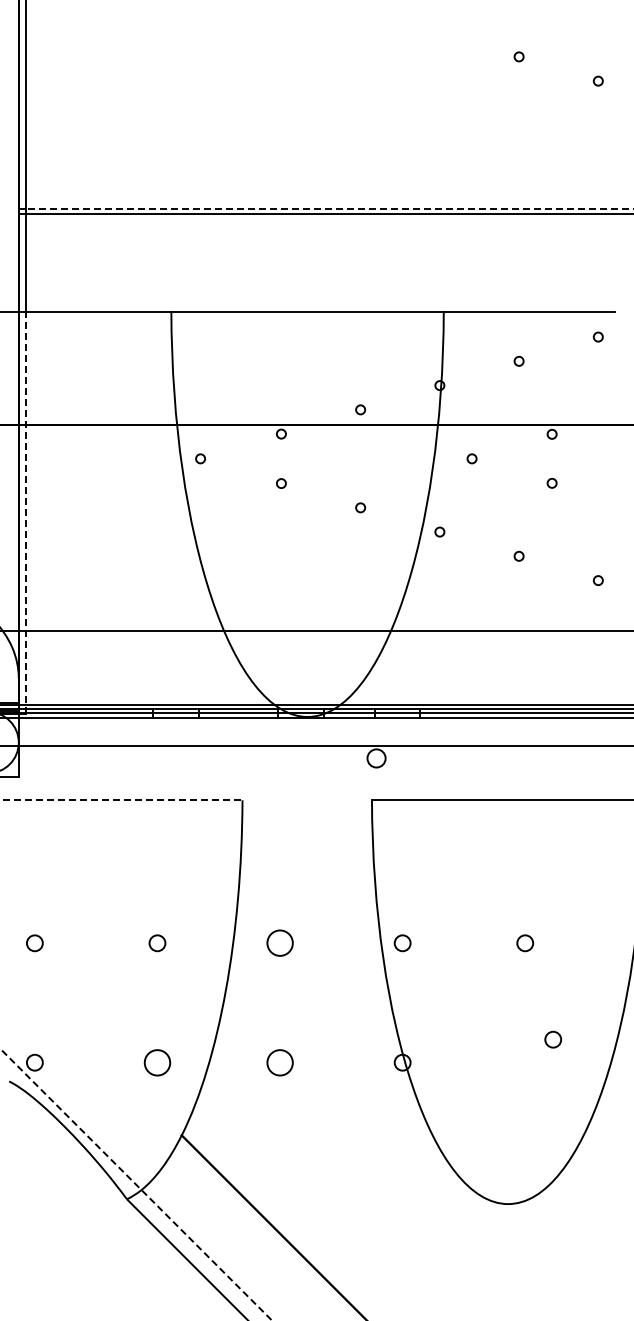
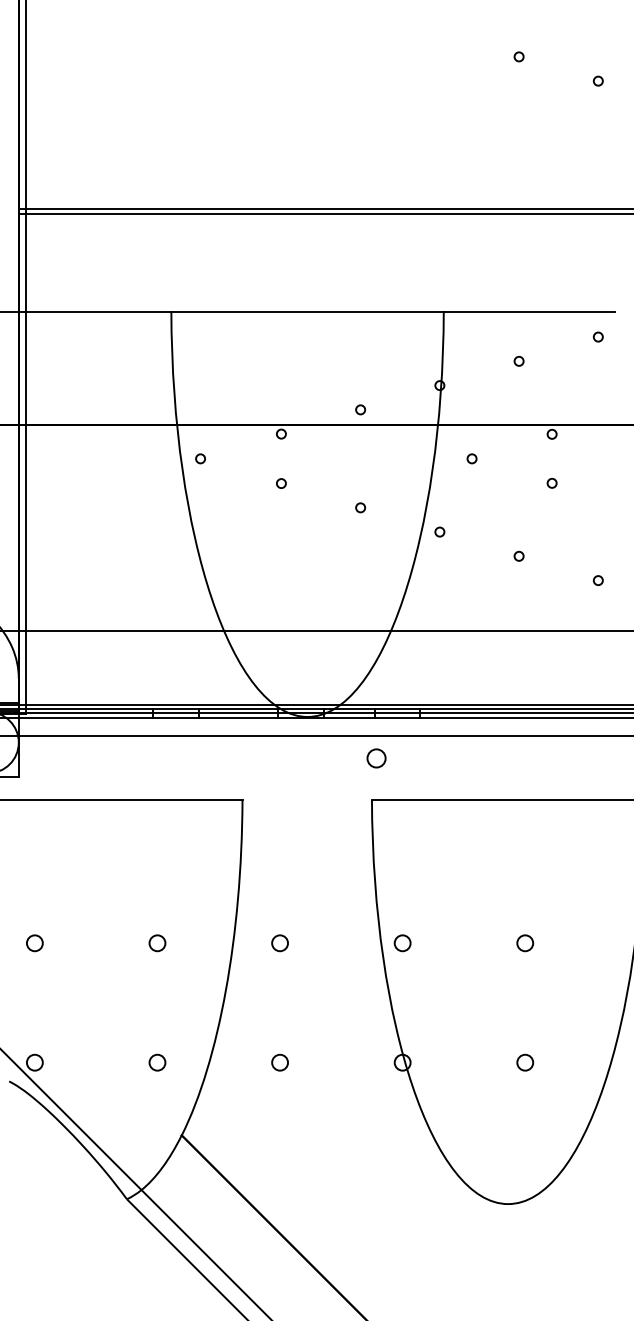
line at (329, 209): dashed -> solid
line at (26, 512): dashed -> solid
line at (316, 745) position: (316, 745) -> (316, 735)
line at (121, 800): dashed -> solid
circle at (279, 942) size: 28x28 px -> 18x19 px
circle at (553, 1039) position: (553, 1039) -> (525, 1062)
circle at (157, 1062) size: 29x28 px -> 19x19 px
circle at (279, 1062) size: 28x28 px -> 18x19 px
line at (136, 1184): dashed -> solid
